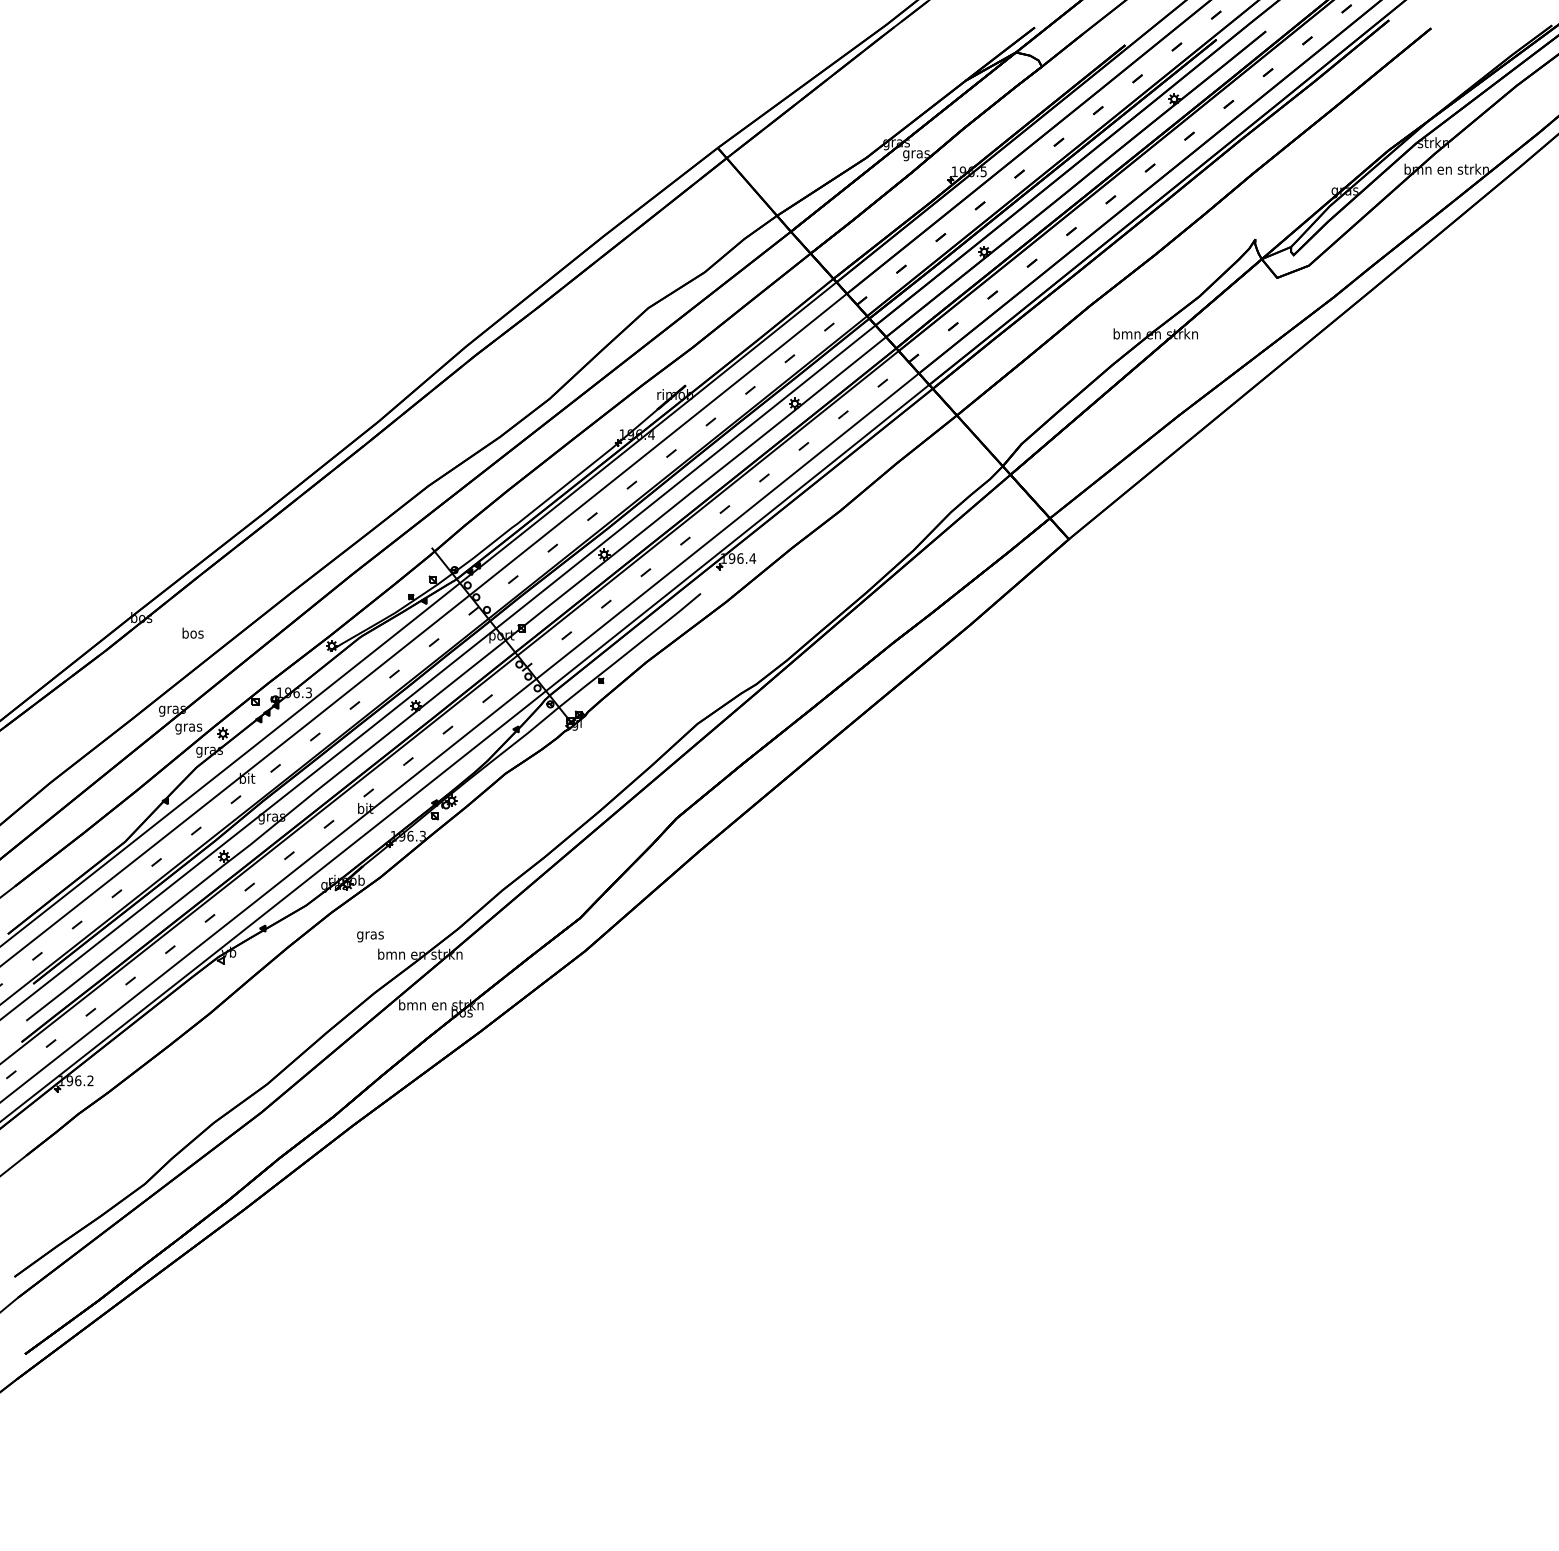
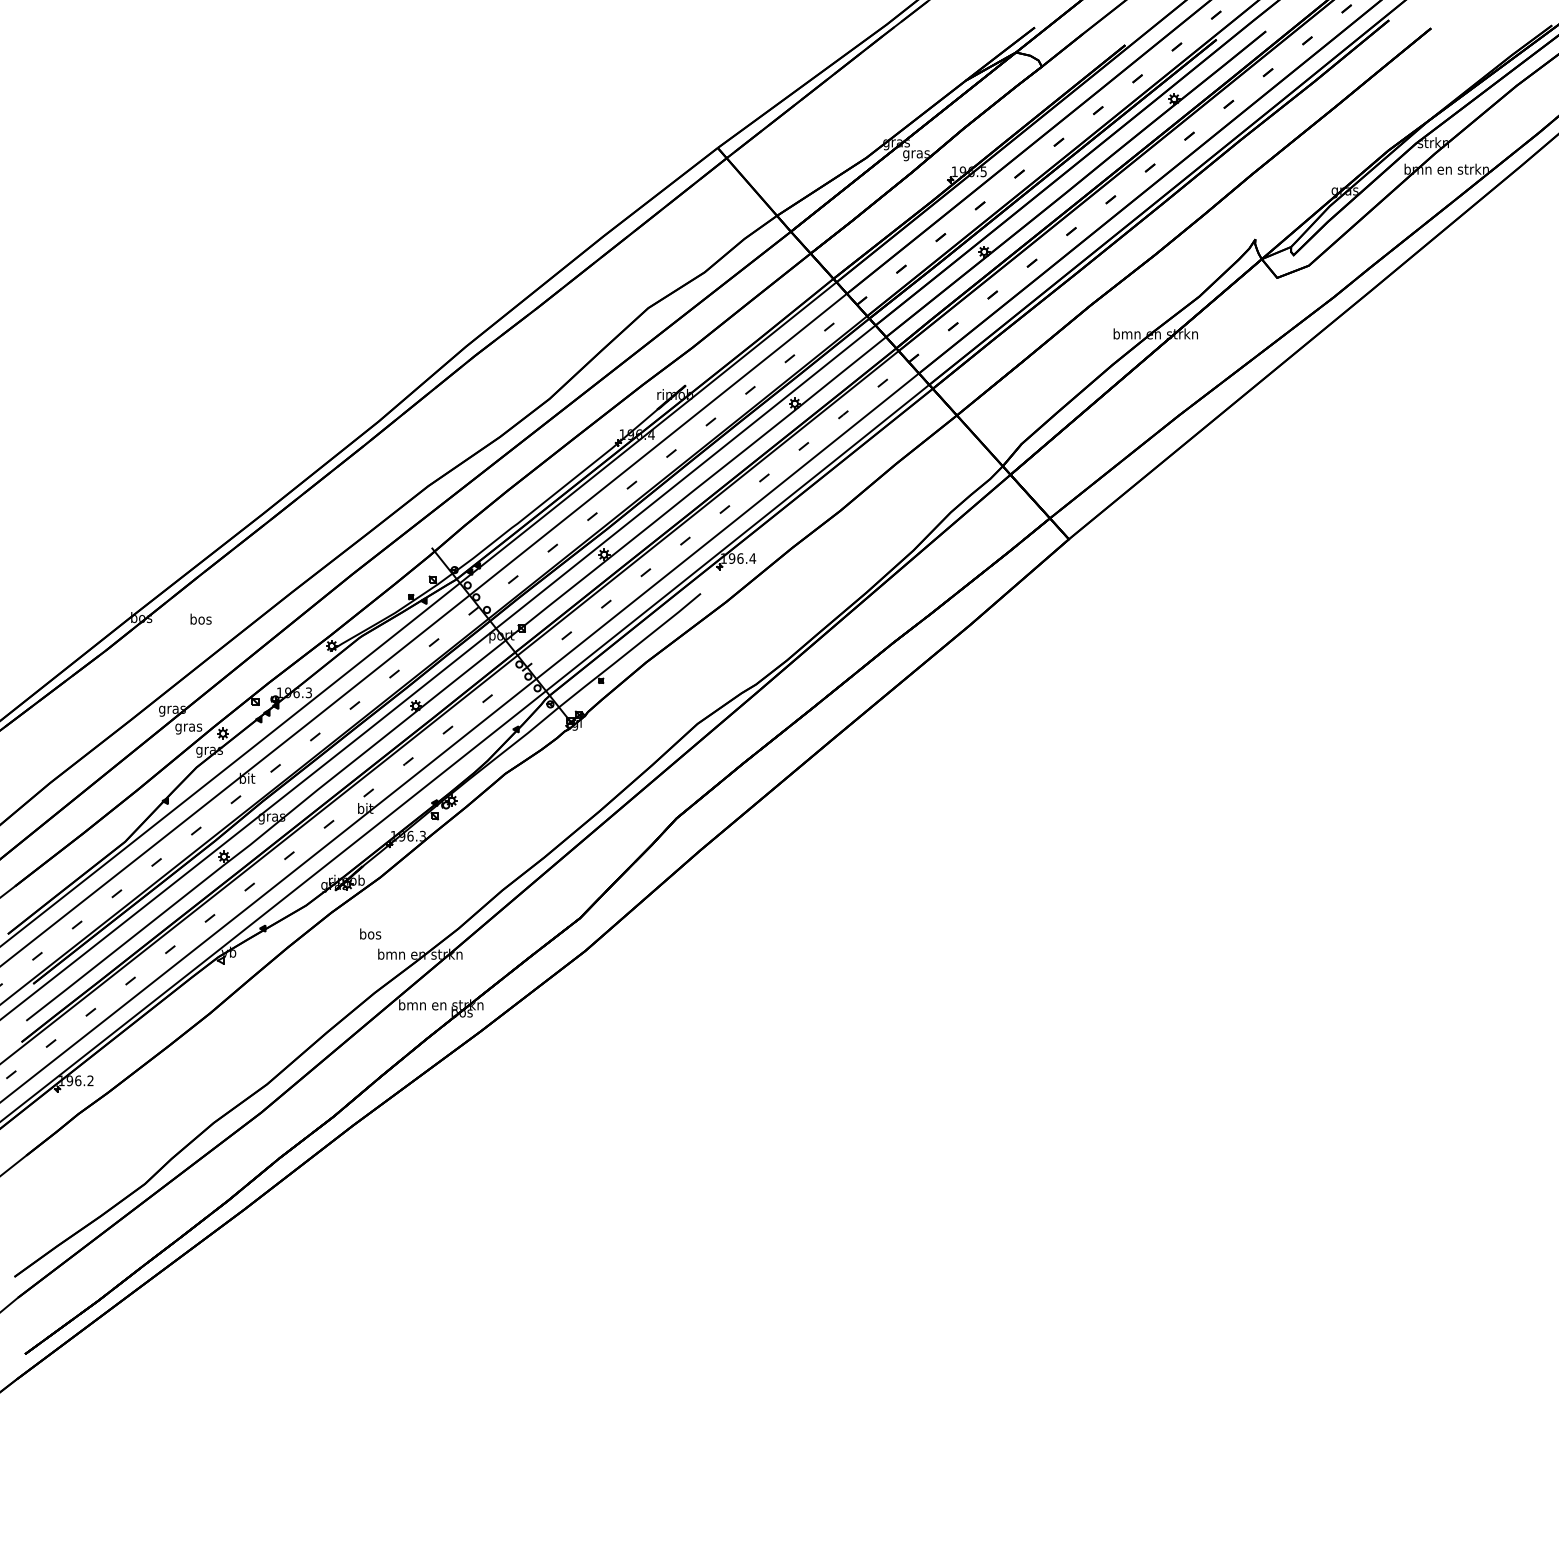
text at (192, 632) position: (192, 632) -> (200, 618)
text at (370, 935): gras -> bos
